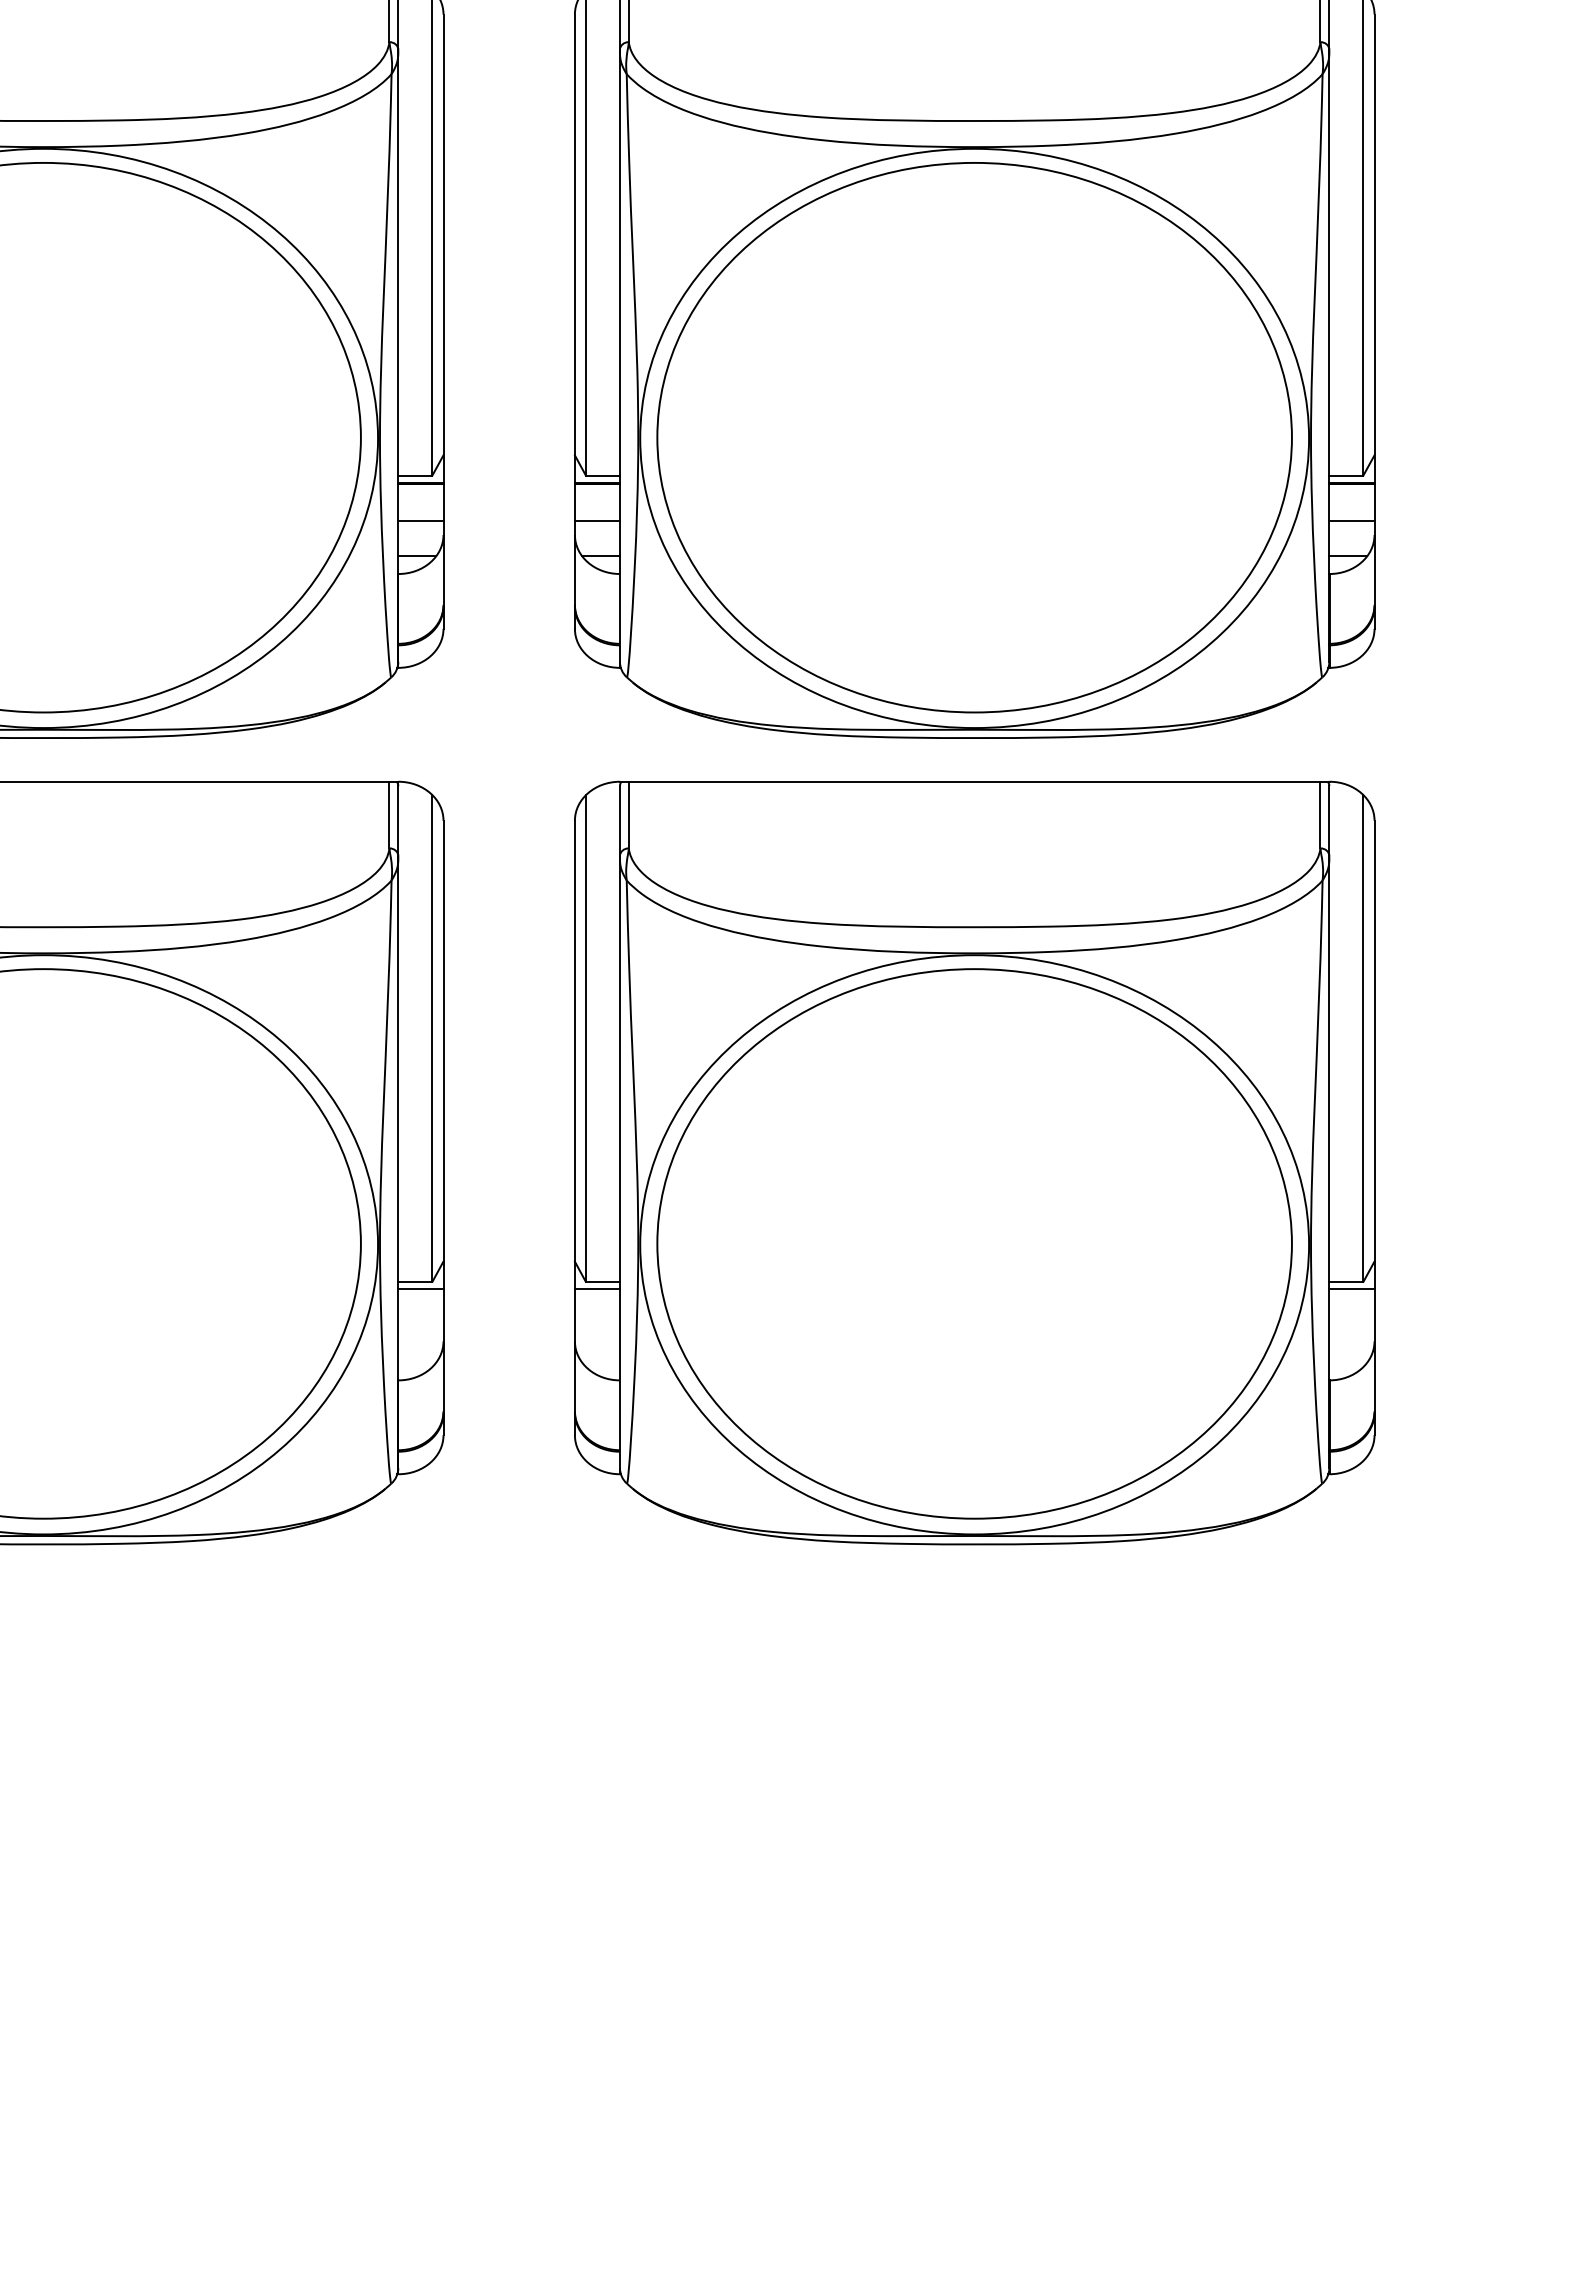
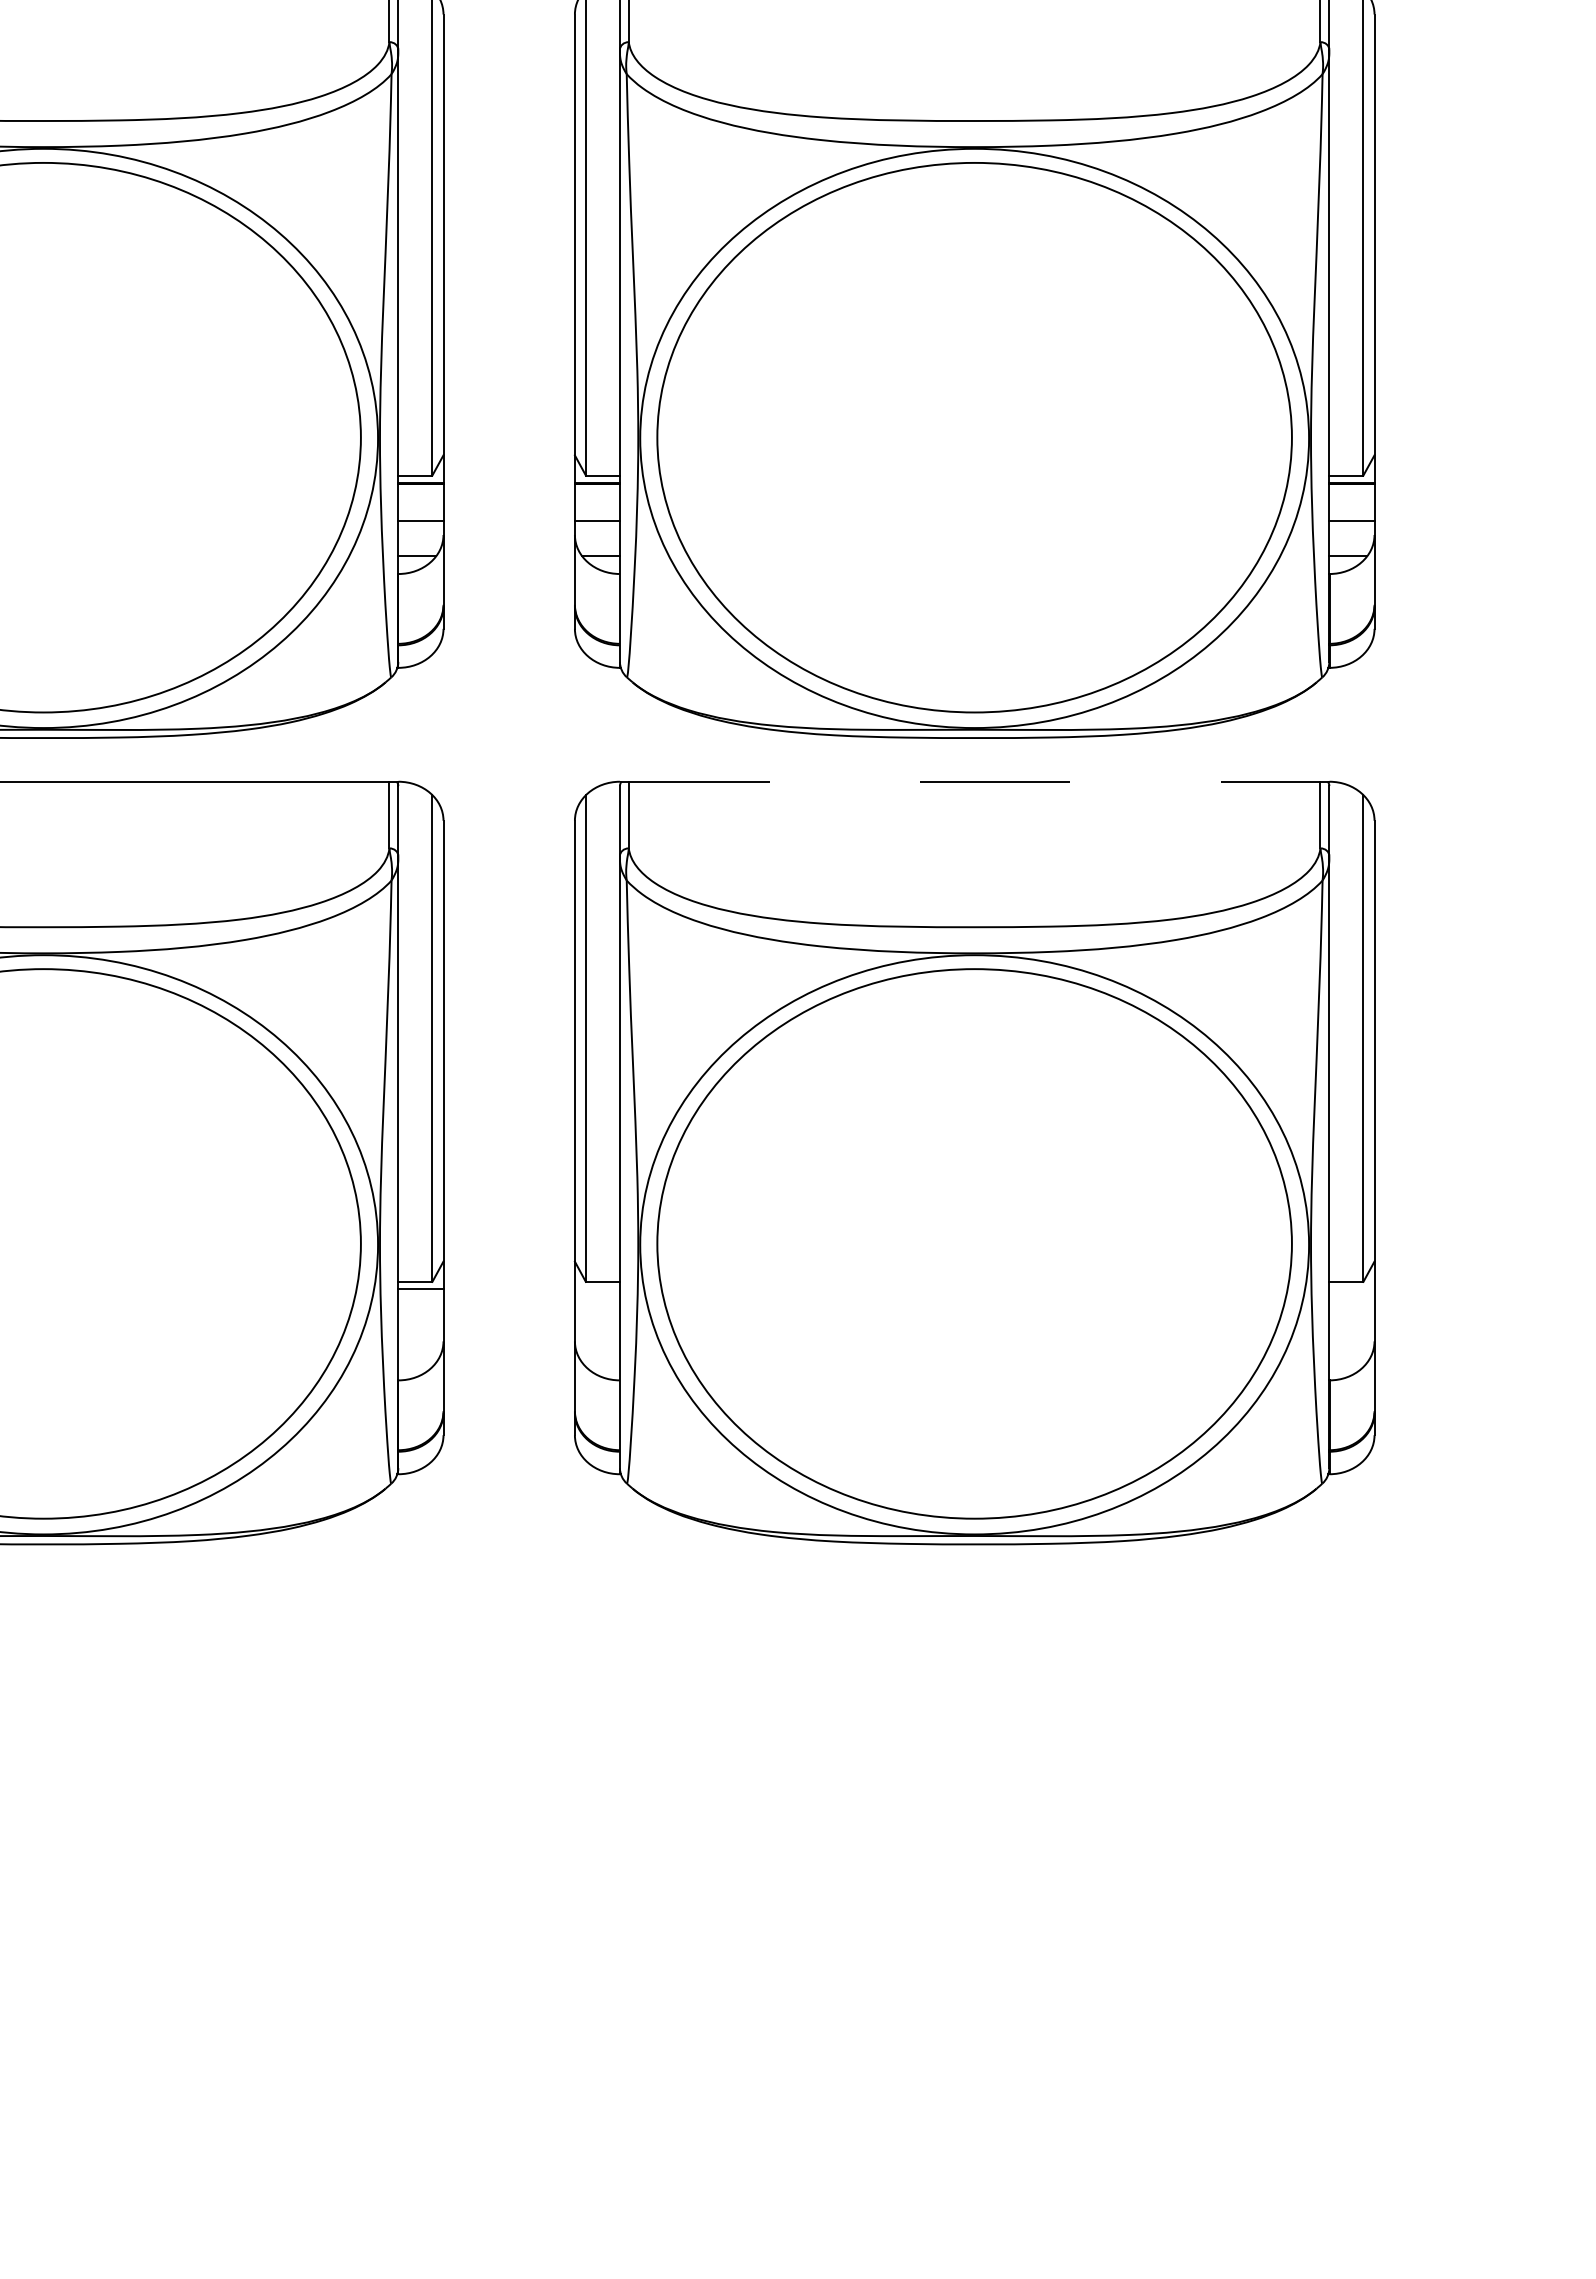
line at (974, 781): solid -> dashed
line at (596, 1289): present -> none
line at (1351, 1289): present -> none
